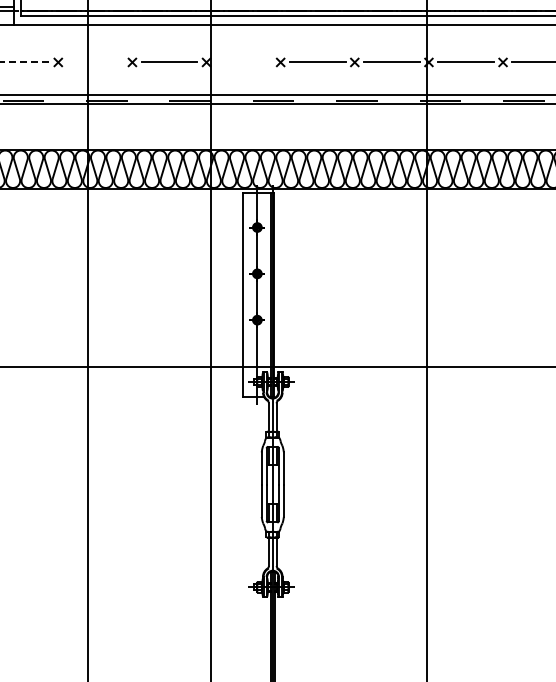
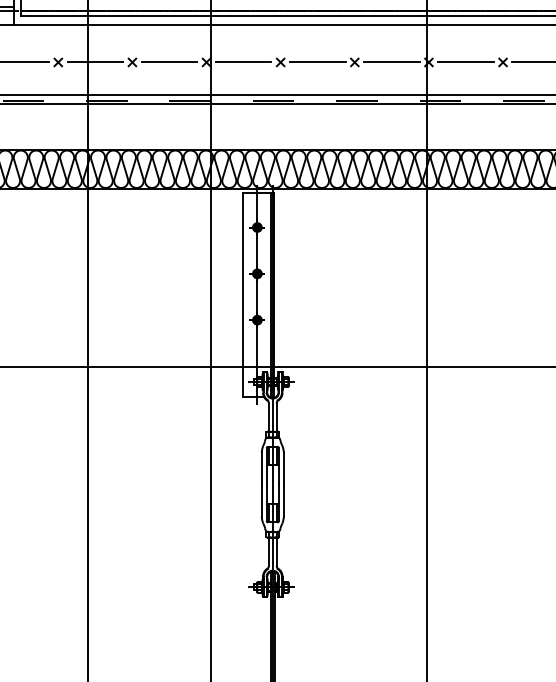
line at (24, 62): dashed -> solid
line at (95, 62): none -> present
line at (243, 62): none -> present
